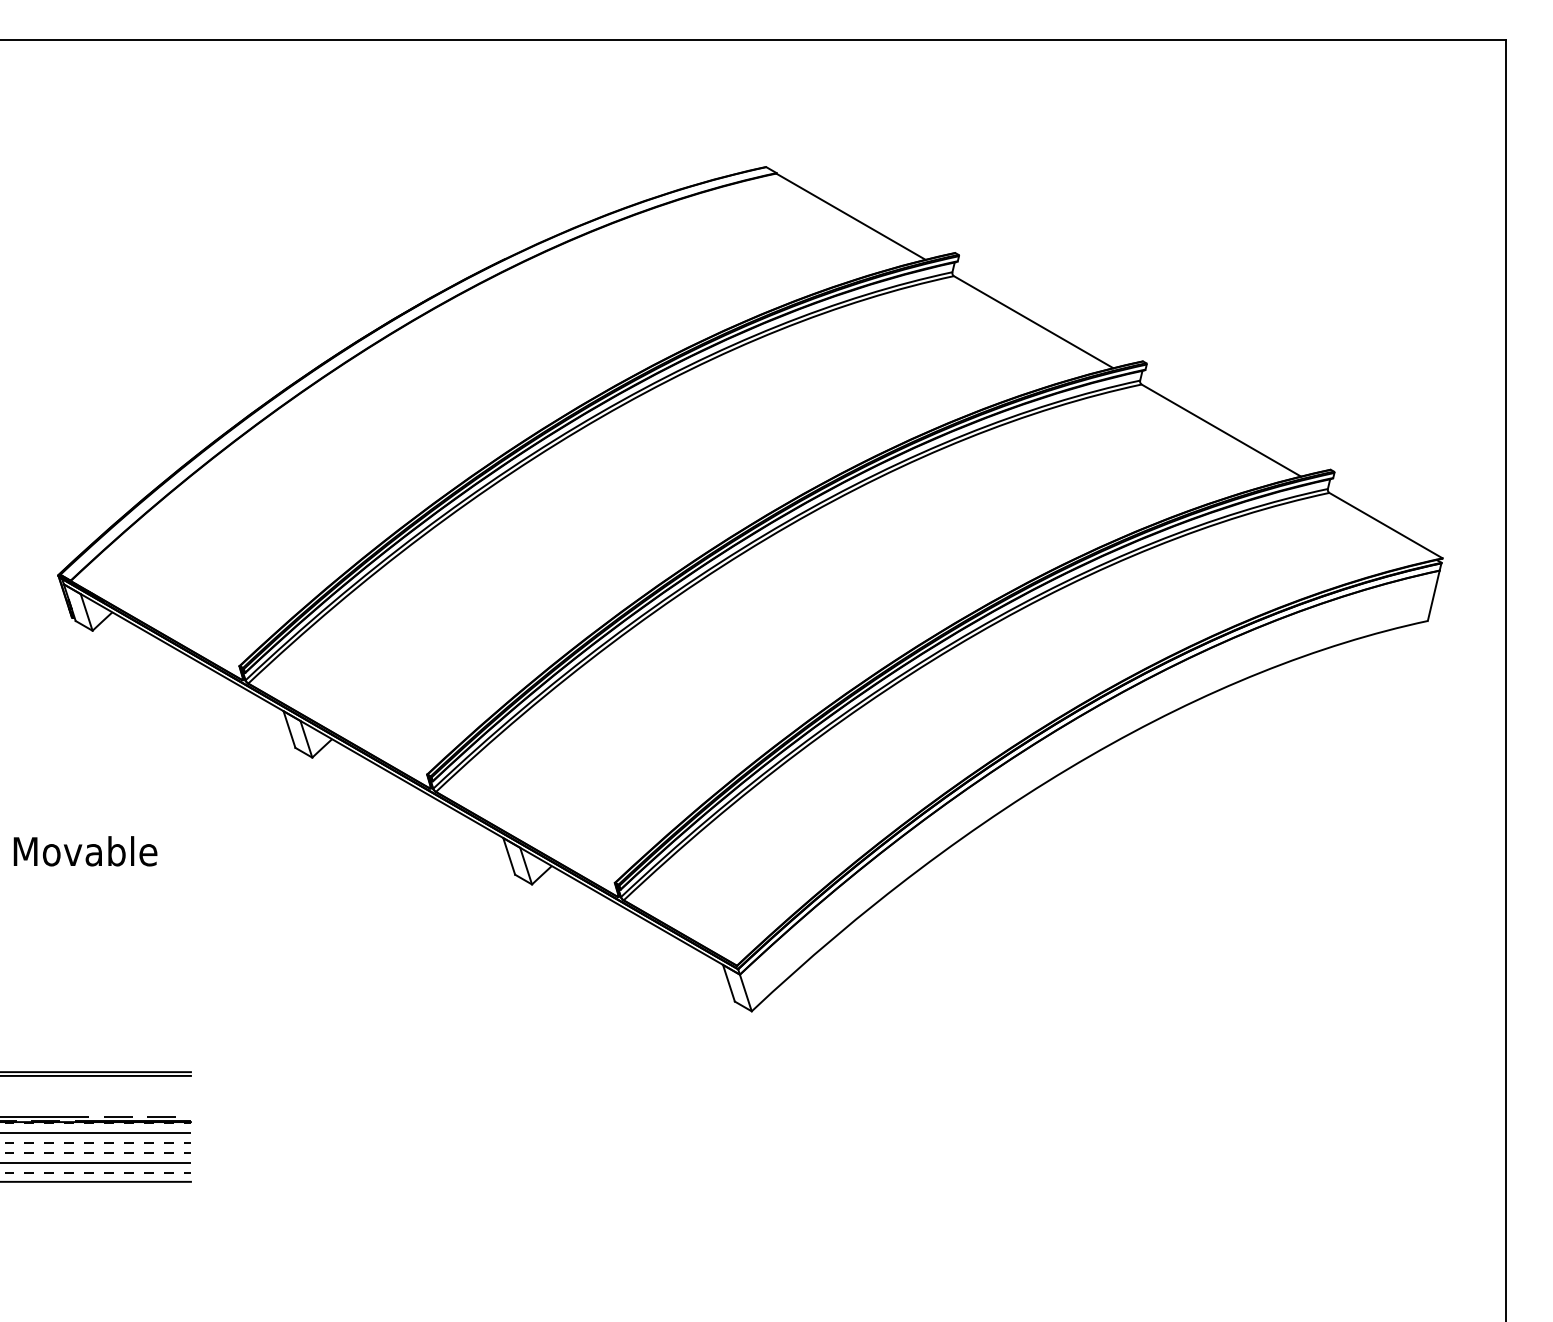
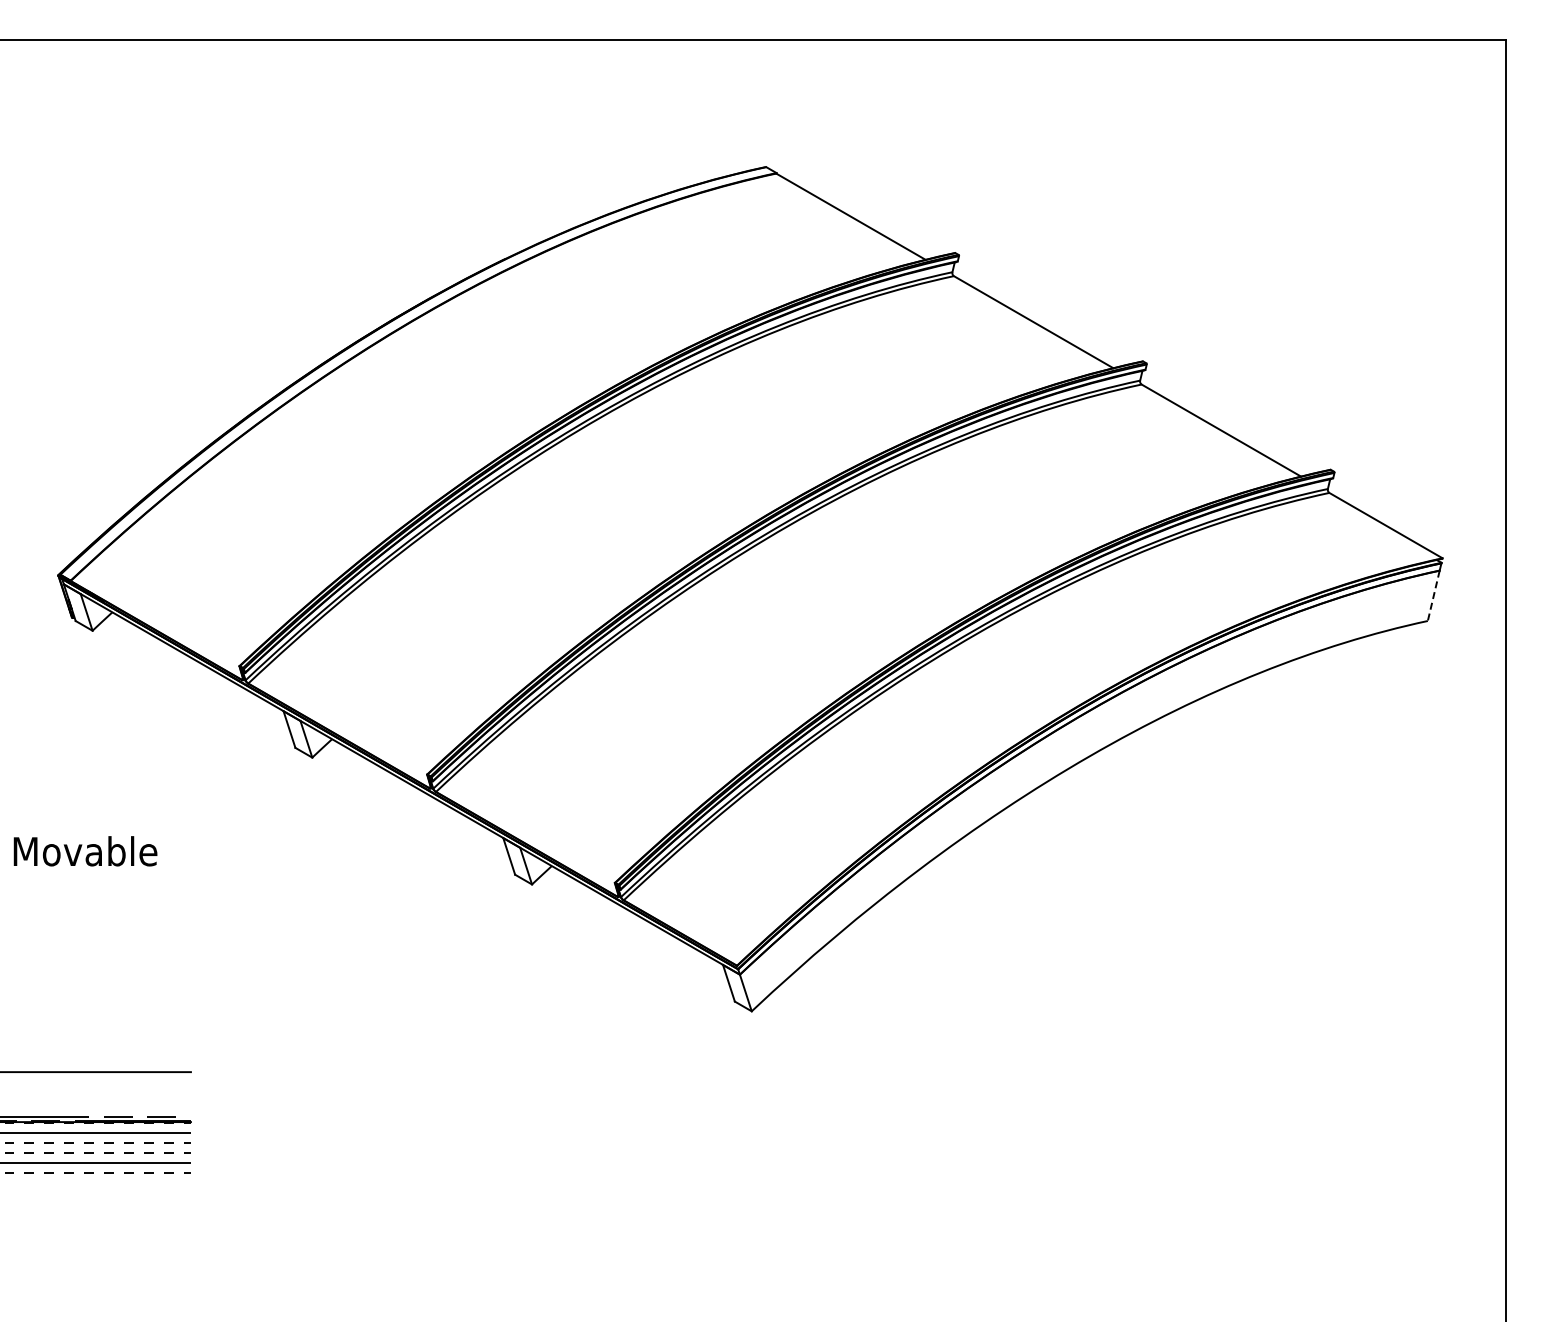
line at (1433, 595): solid -> dashed
line at (96, 1075): present -> none
line at (96, 1181): present -> none
